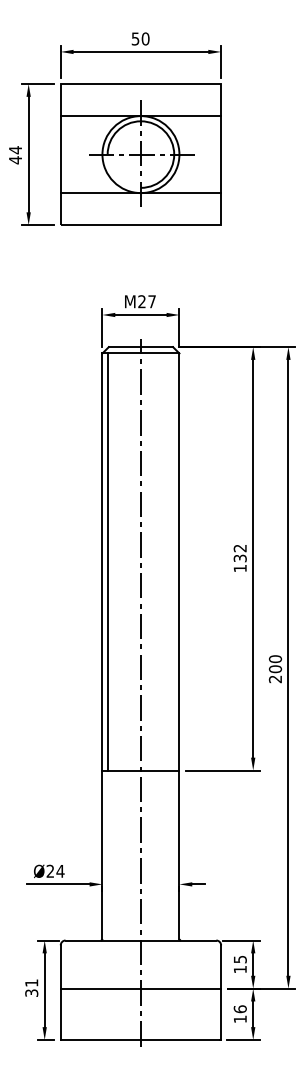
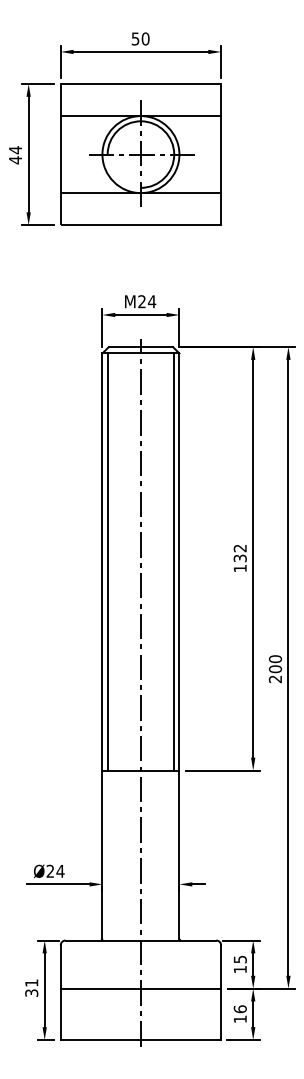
text at (152, 301): 27 -> 24
line at (174, 561): none -> present
